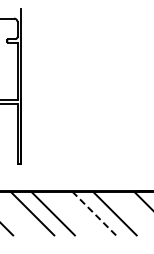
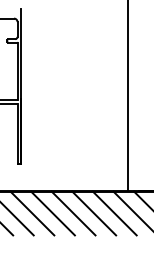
line at (127, 96): none -> present
line at (131, 210): none -> present
line at (73, 213): none -> present
line at (93, 213): dashed -> solid
line at (17, 219): none -> present
